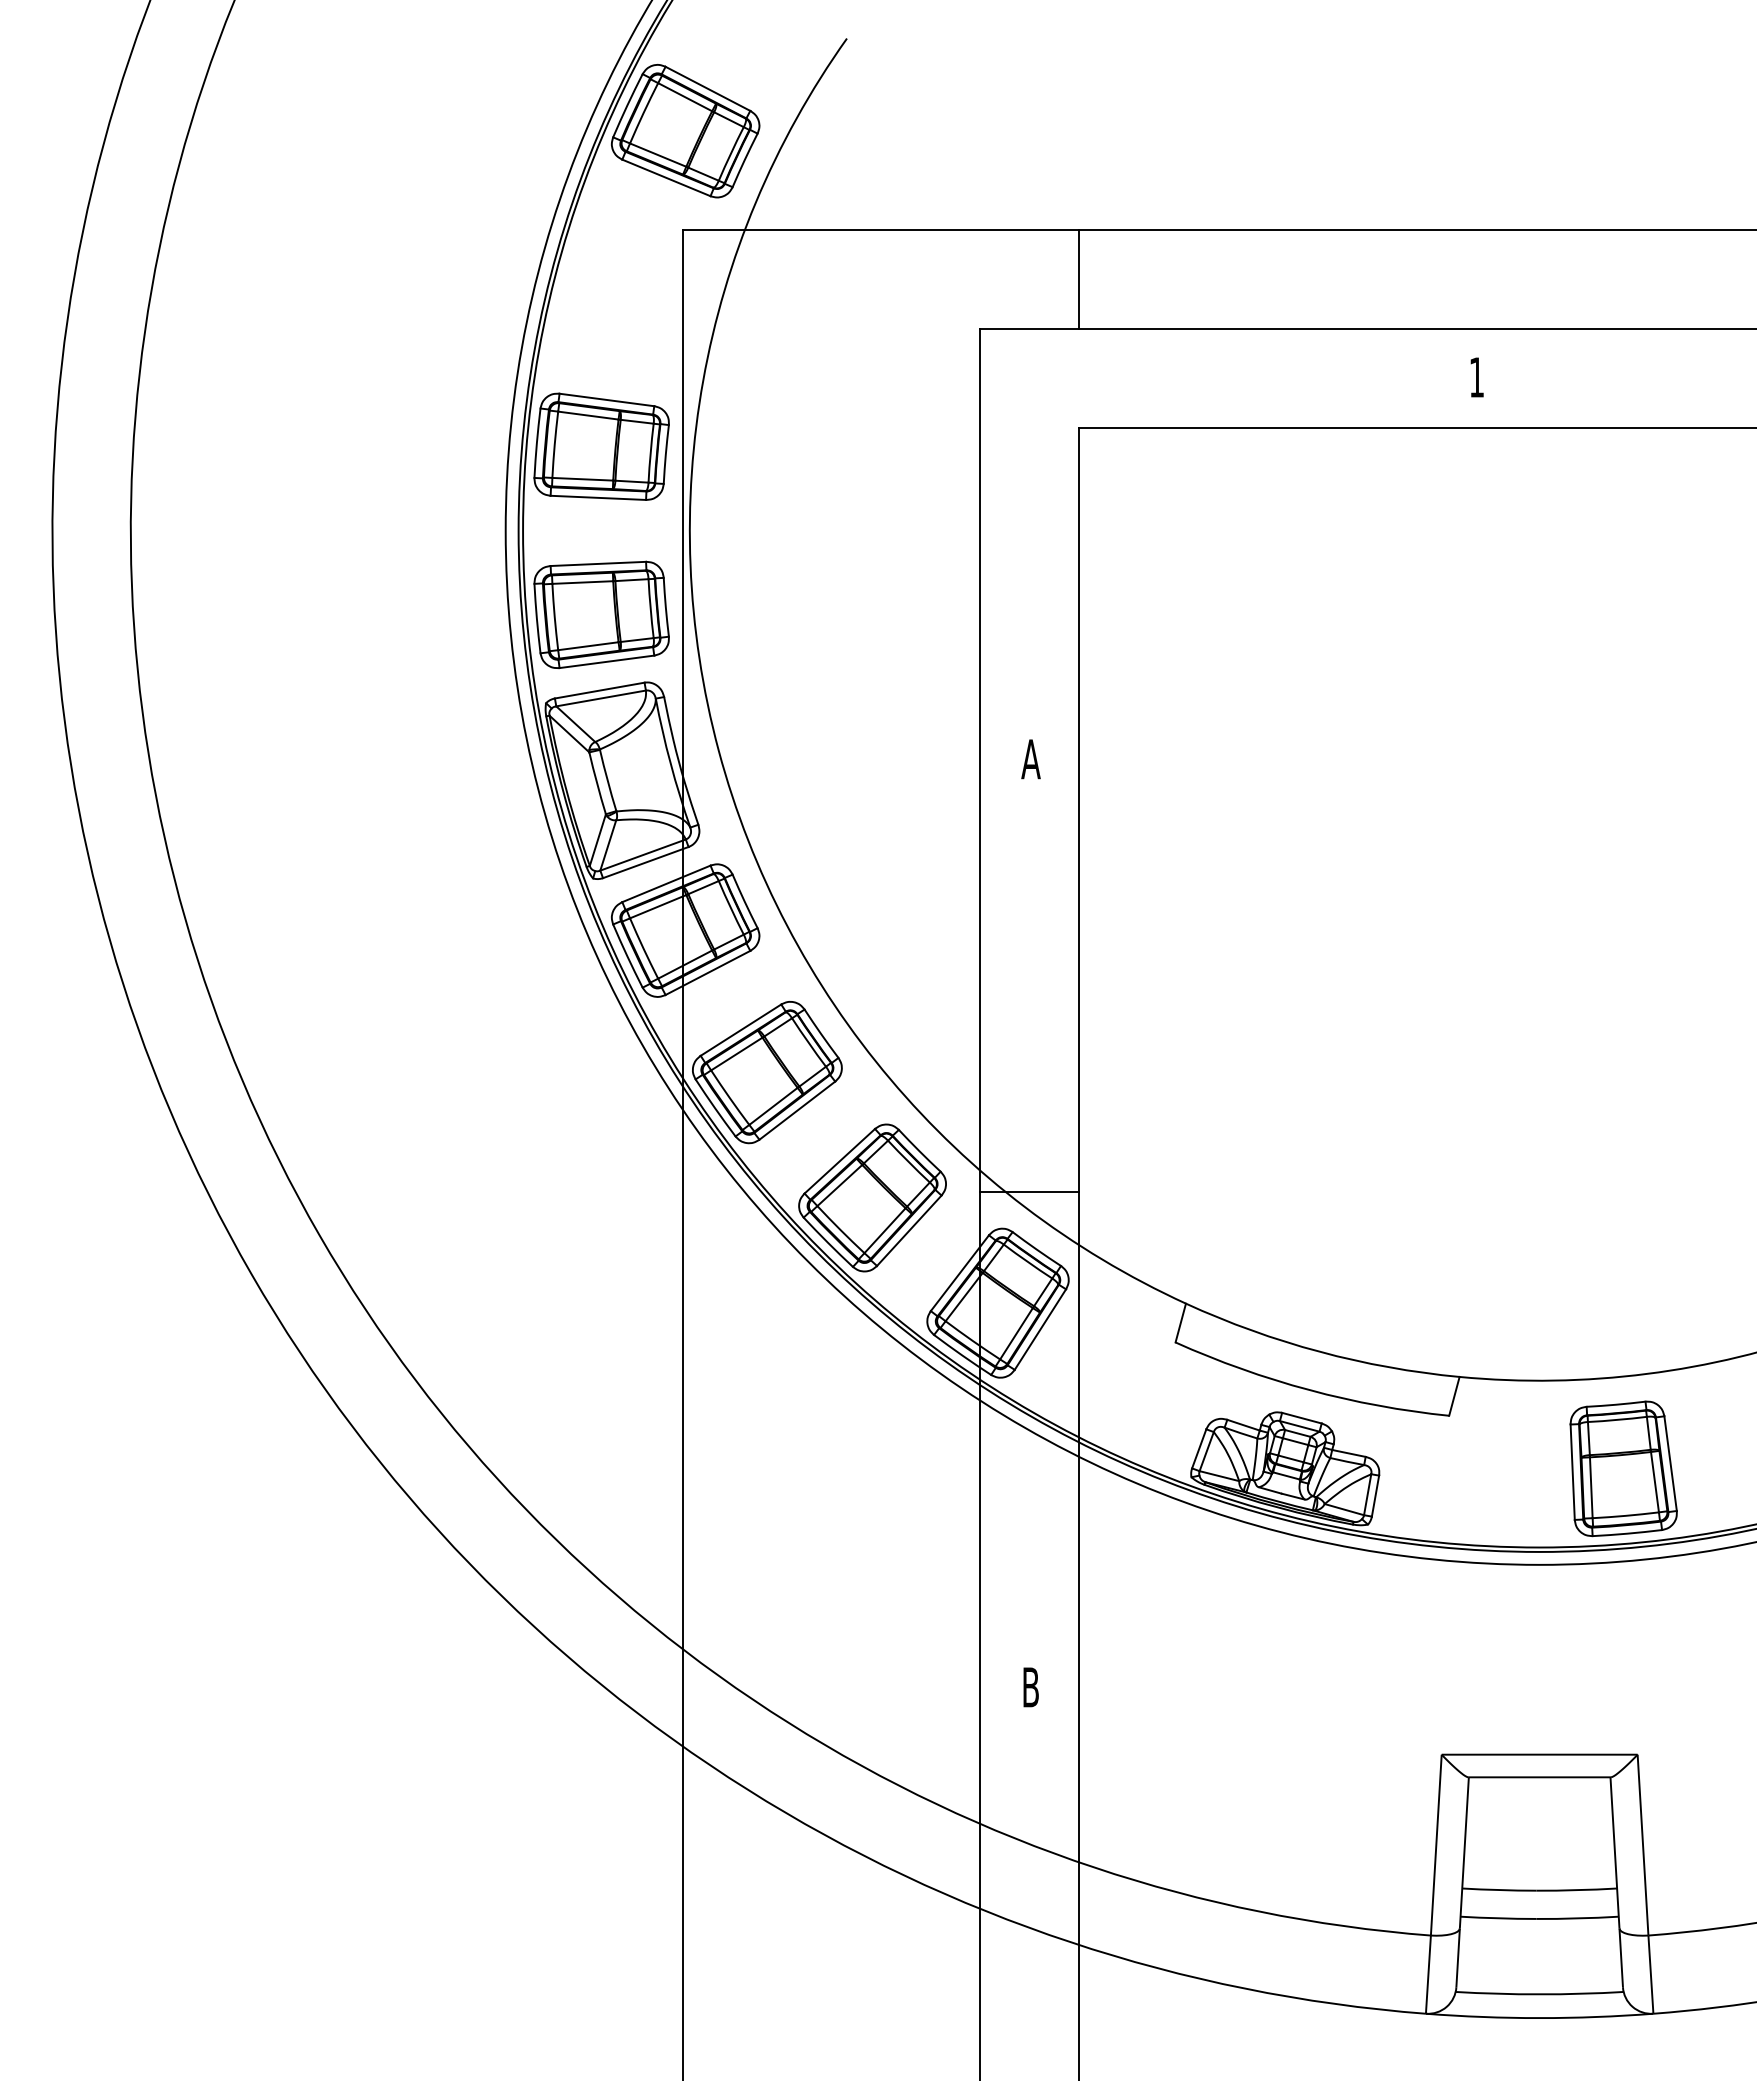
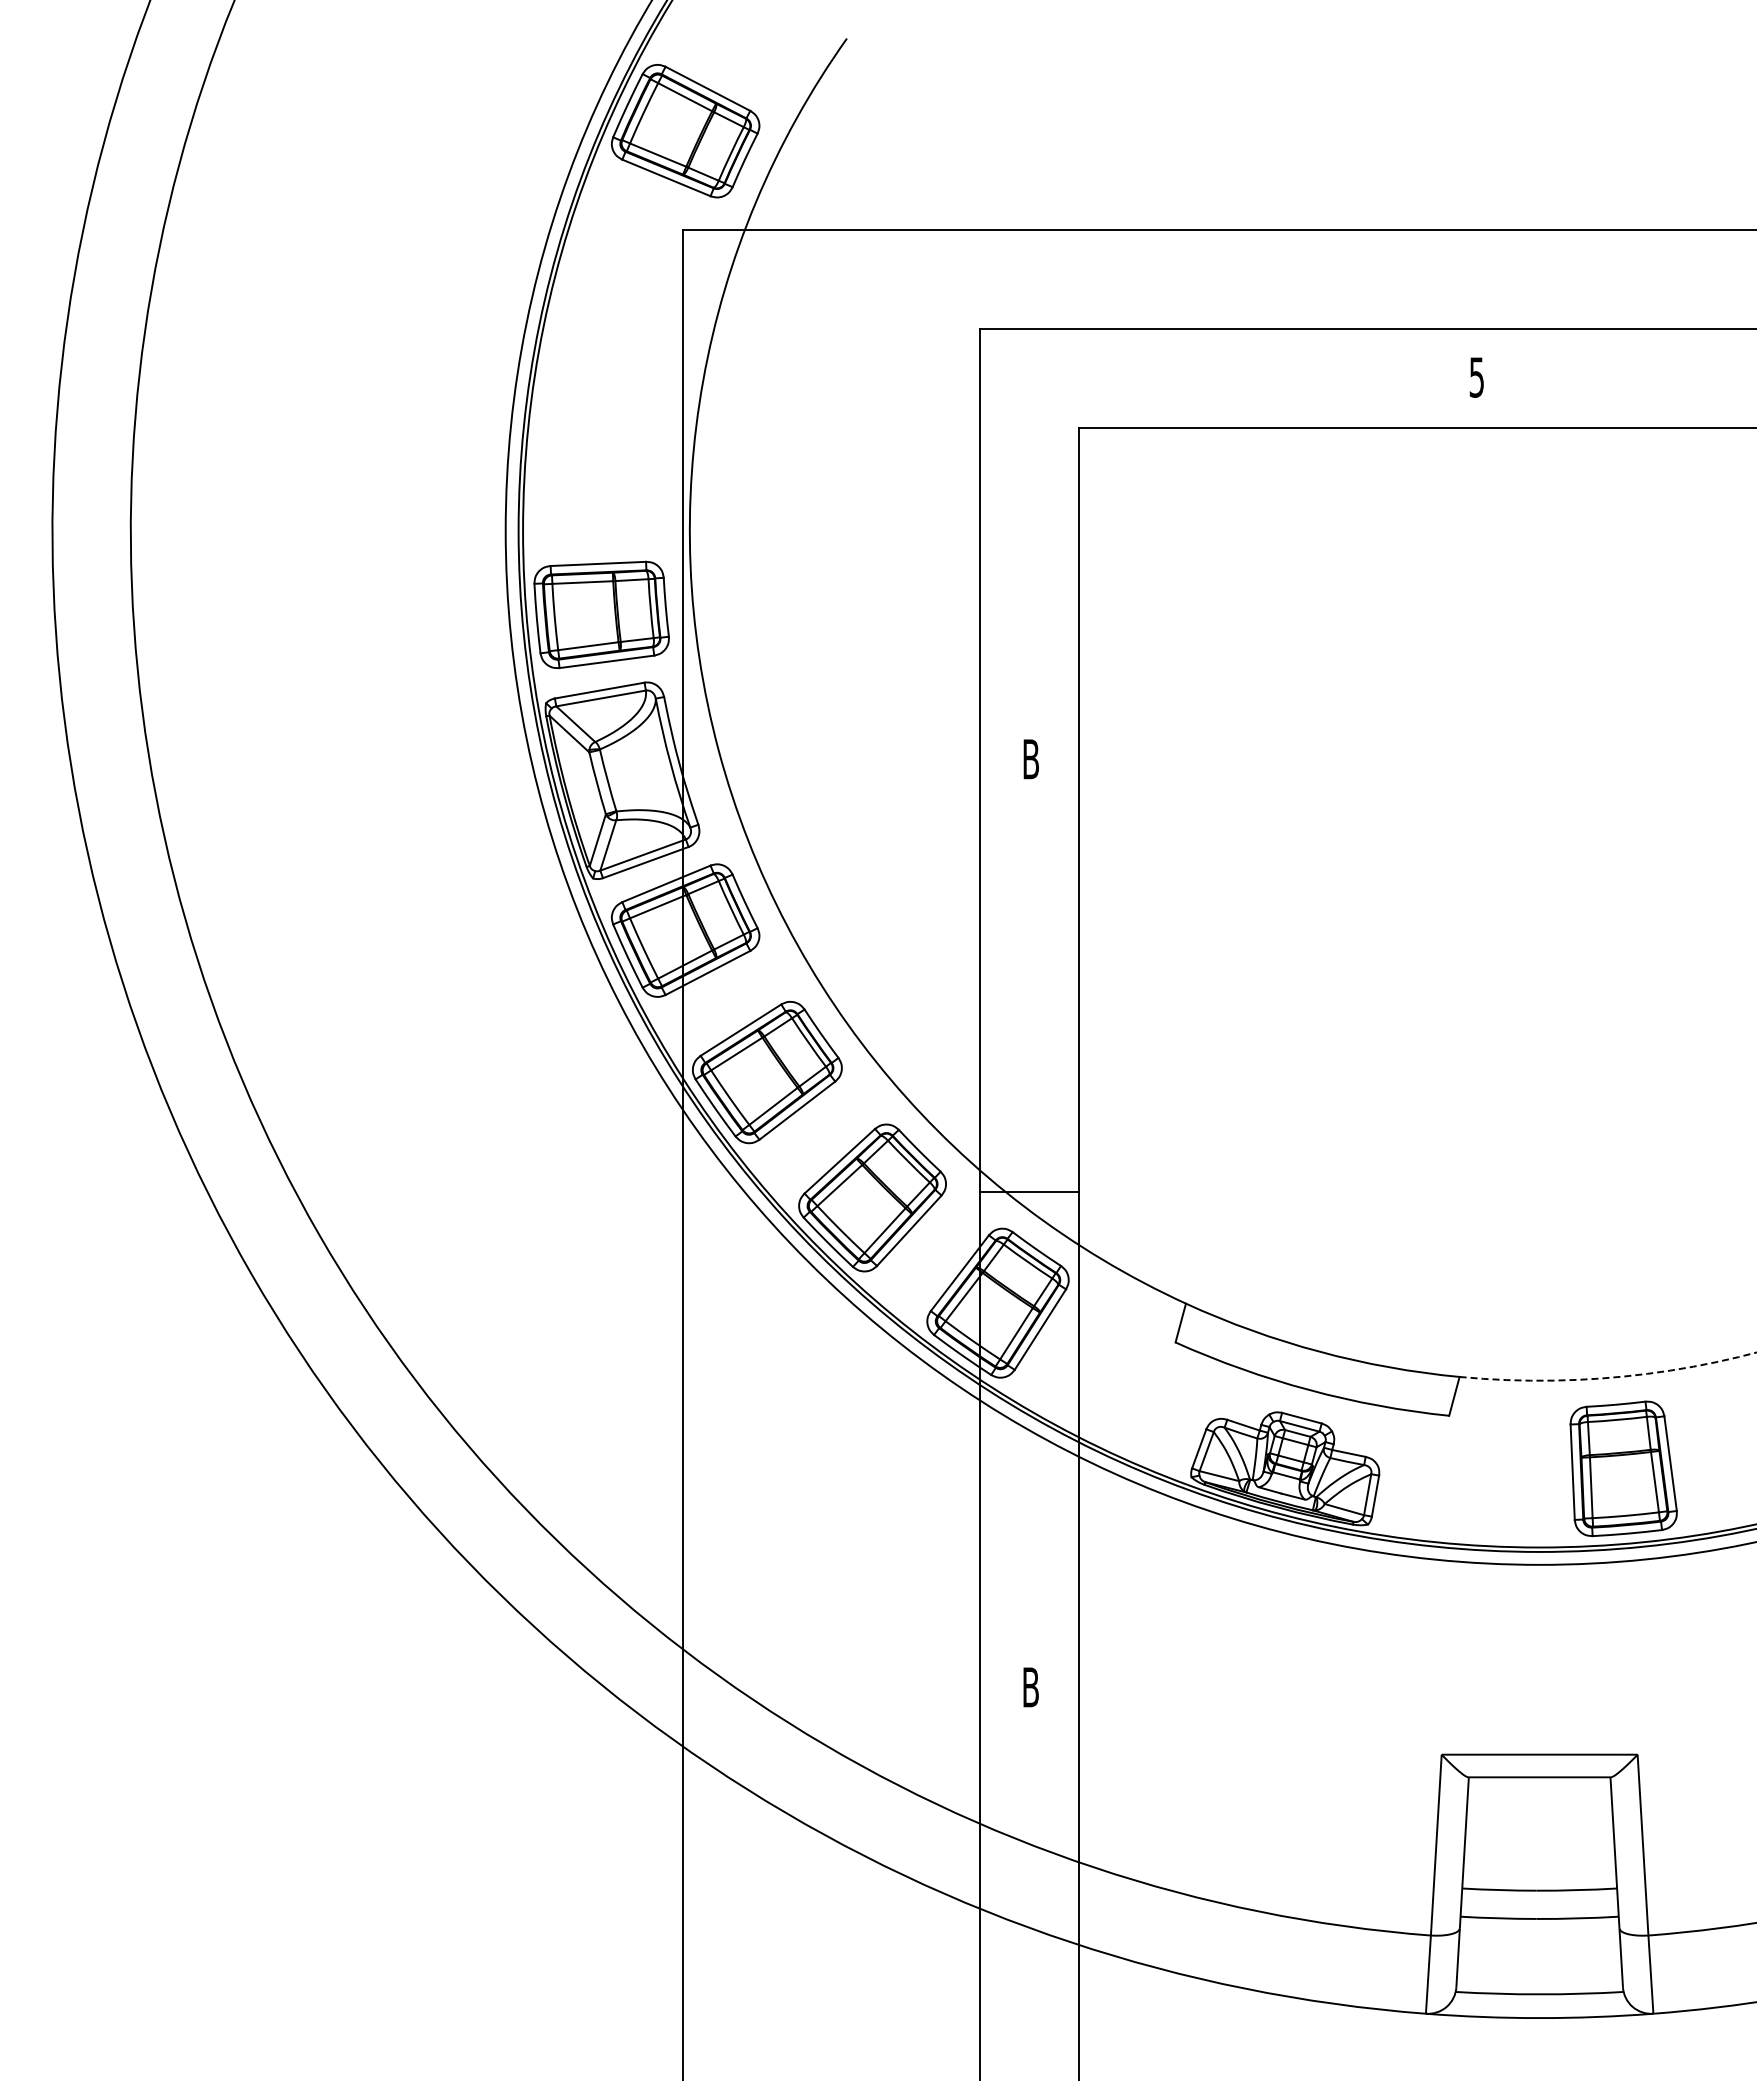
line at (1079, 278): present -> none
text at (1476, 377): 1 -> 5
part at (601, 446): present -> none
text at (1030, 759): A -> B
arc at (1610, 1377): solid -> dashed
